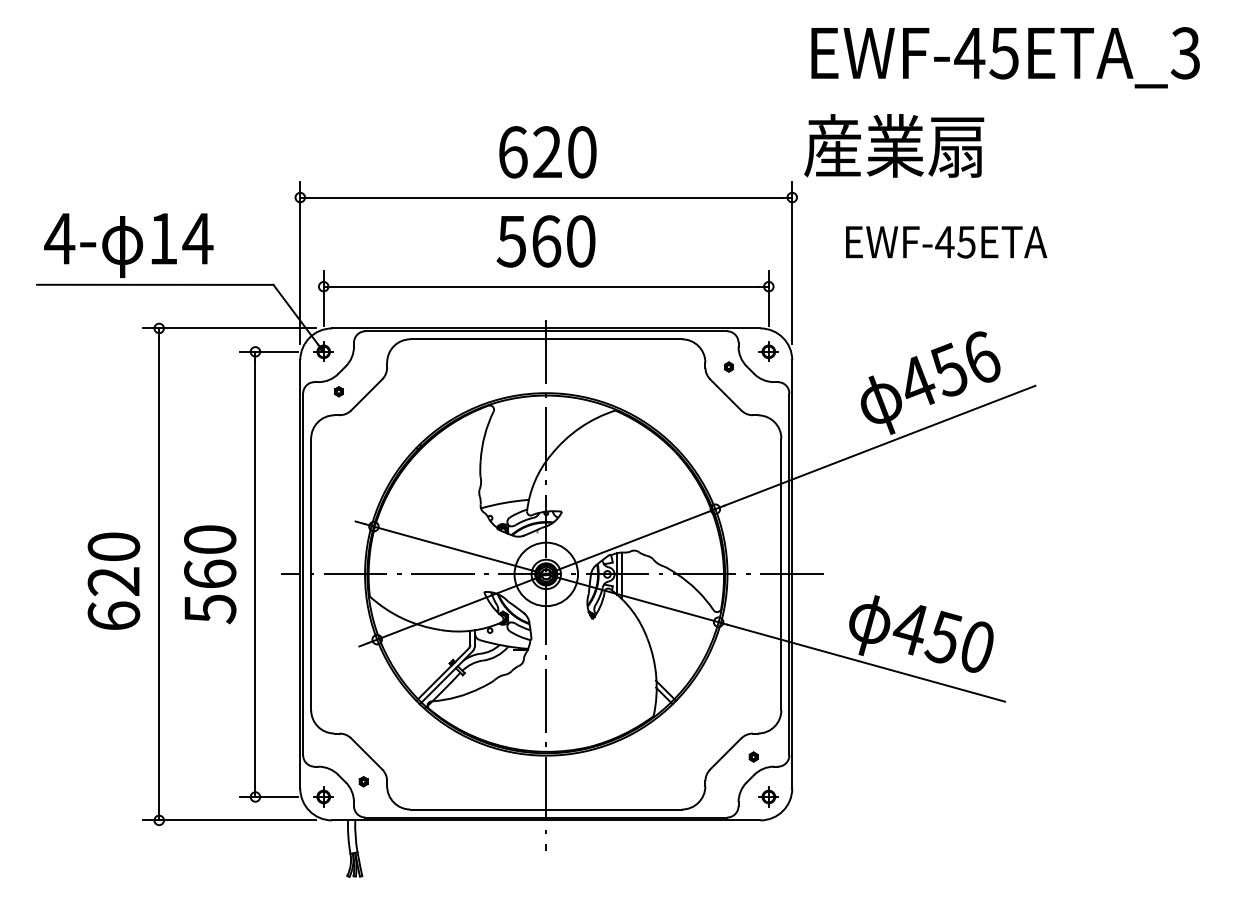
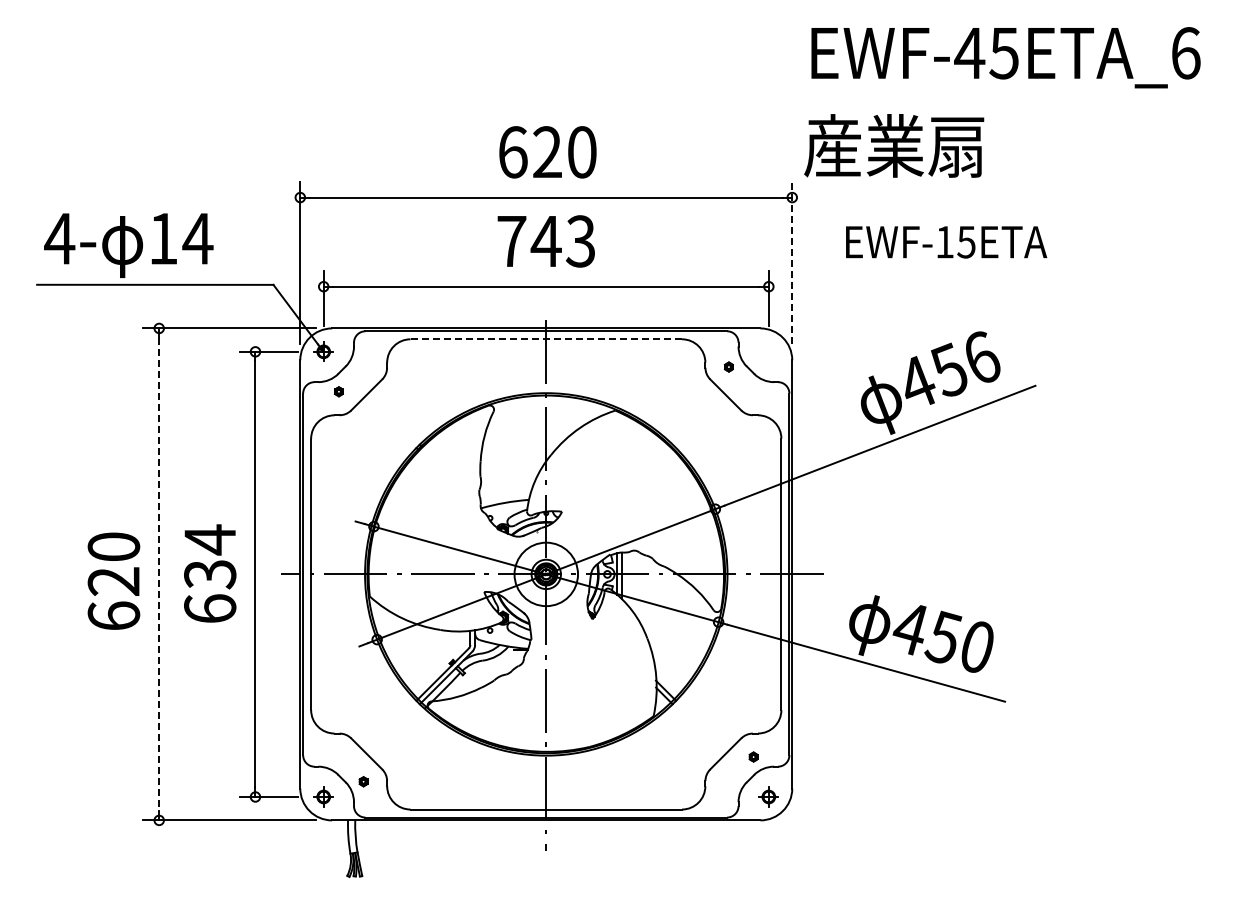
text at (1185, 53): EWF-45ETA_3 -> EWF-45ETA_6
text at (545, 241): 560 -> 743
text at (944, 242): EWF-45ETA -> EWF-15ETA
line at (792, 262): solid -> dashed
line at (546, 339): solid -> dashed
part at (768, 351): present -> none
line at (159, 574): solid -> dashed
text at (210, 574): 560 -> 634
